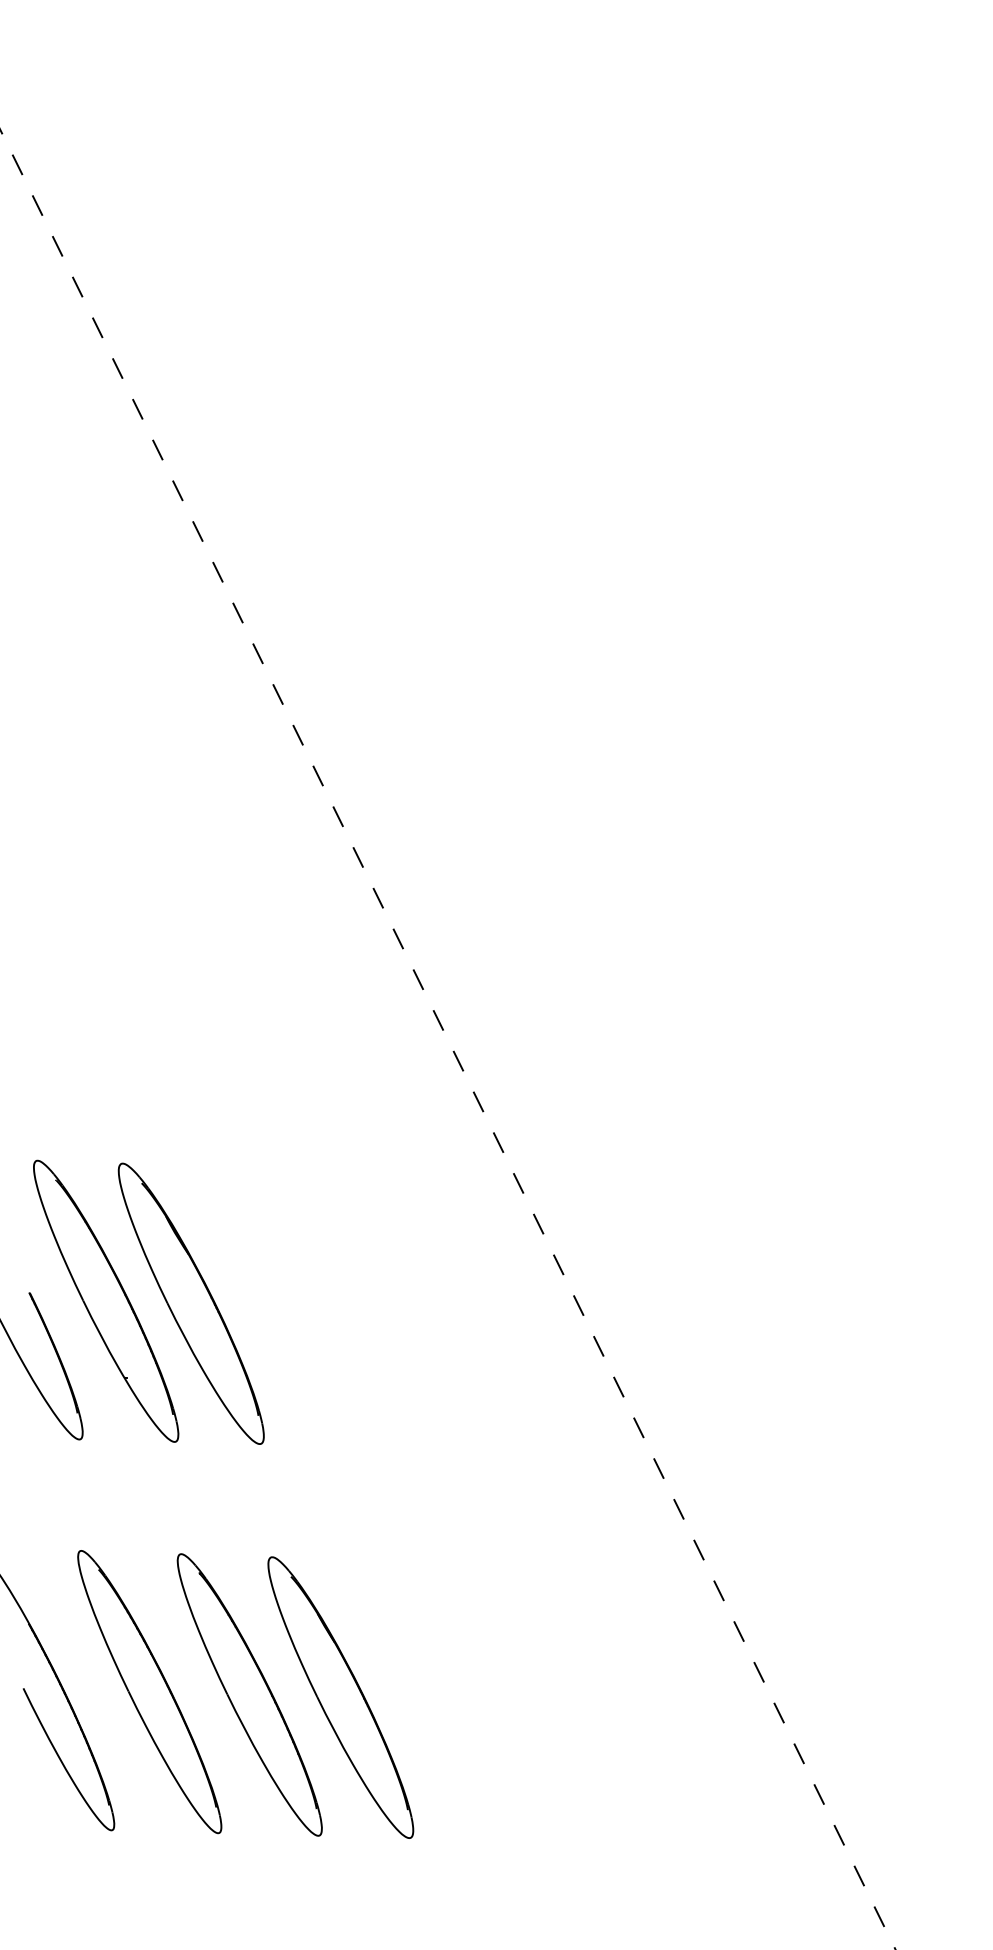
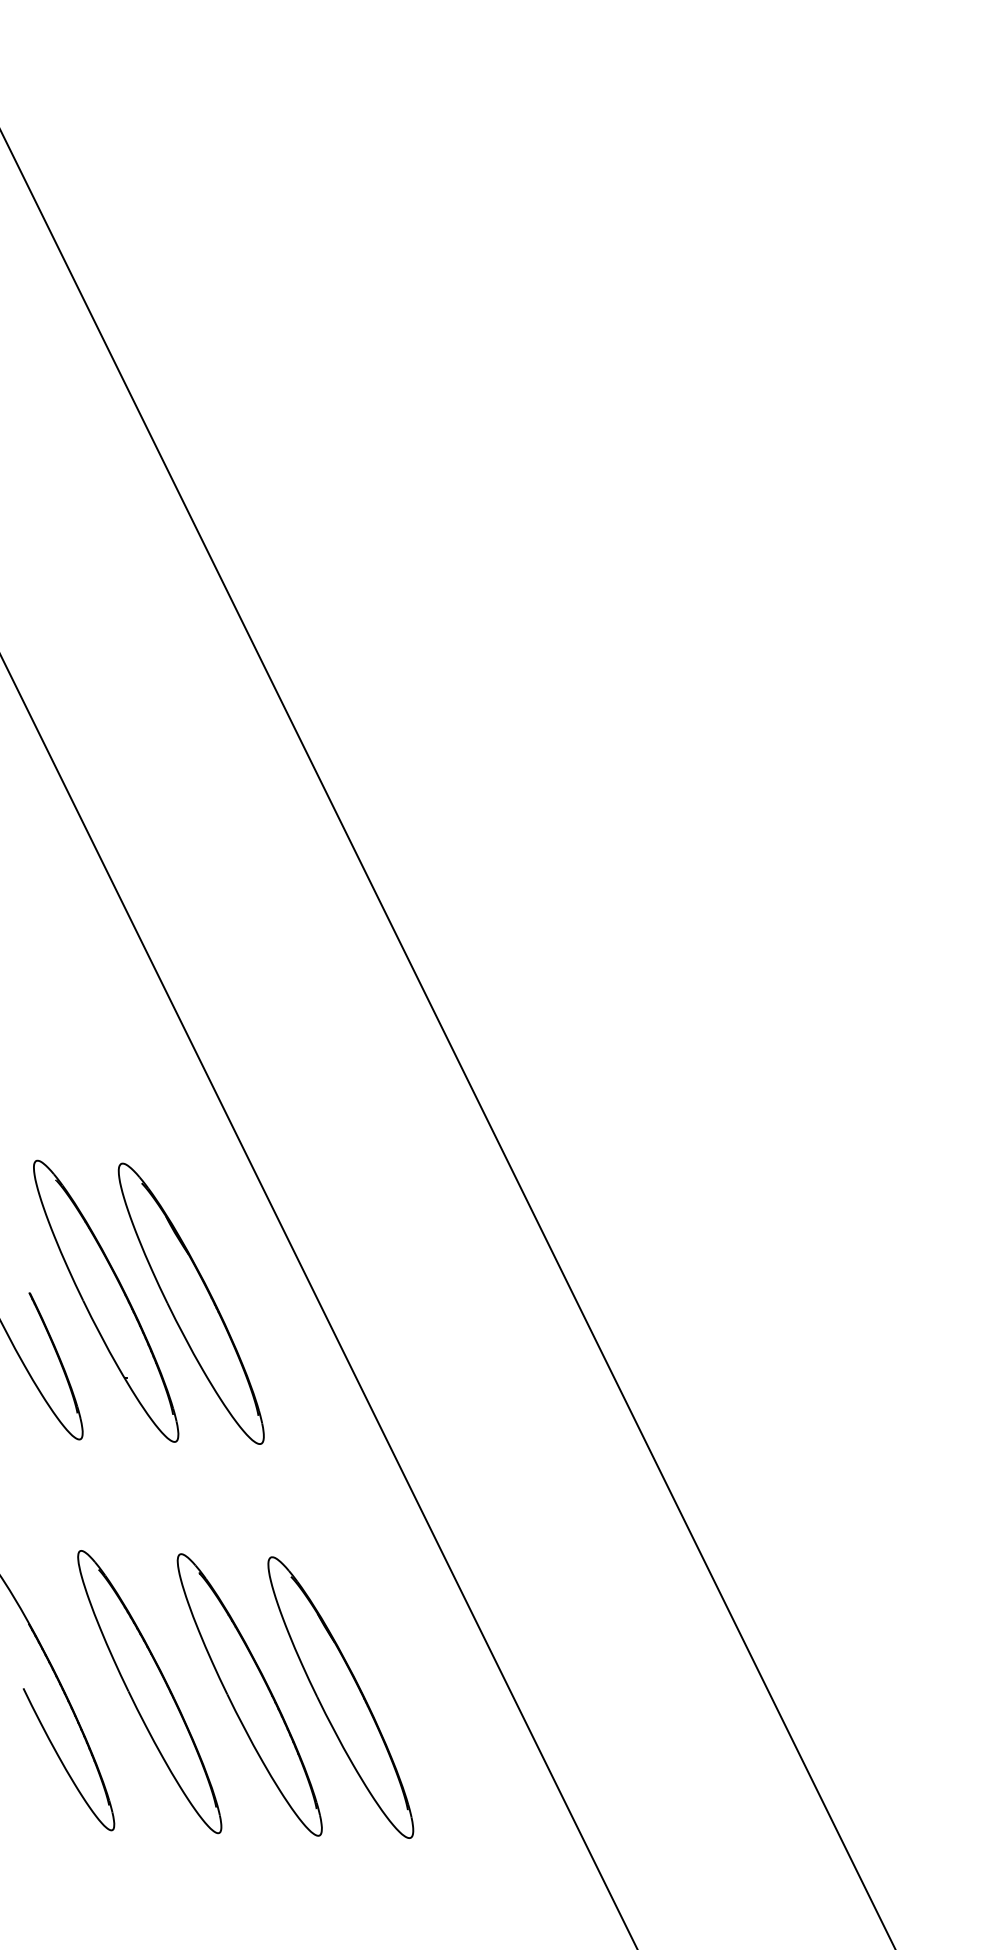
line at (447, 1039): dashed -> solid
line at (319, 1302): none -> present
